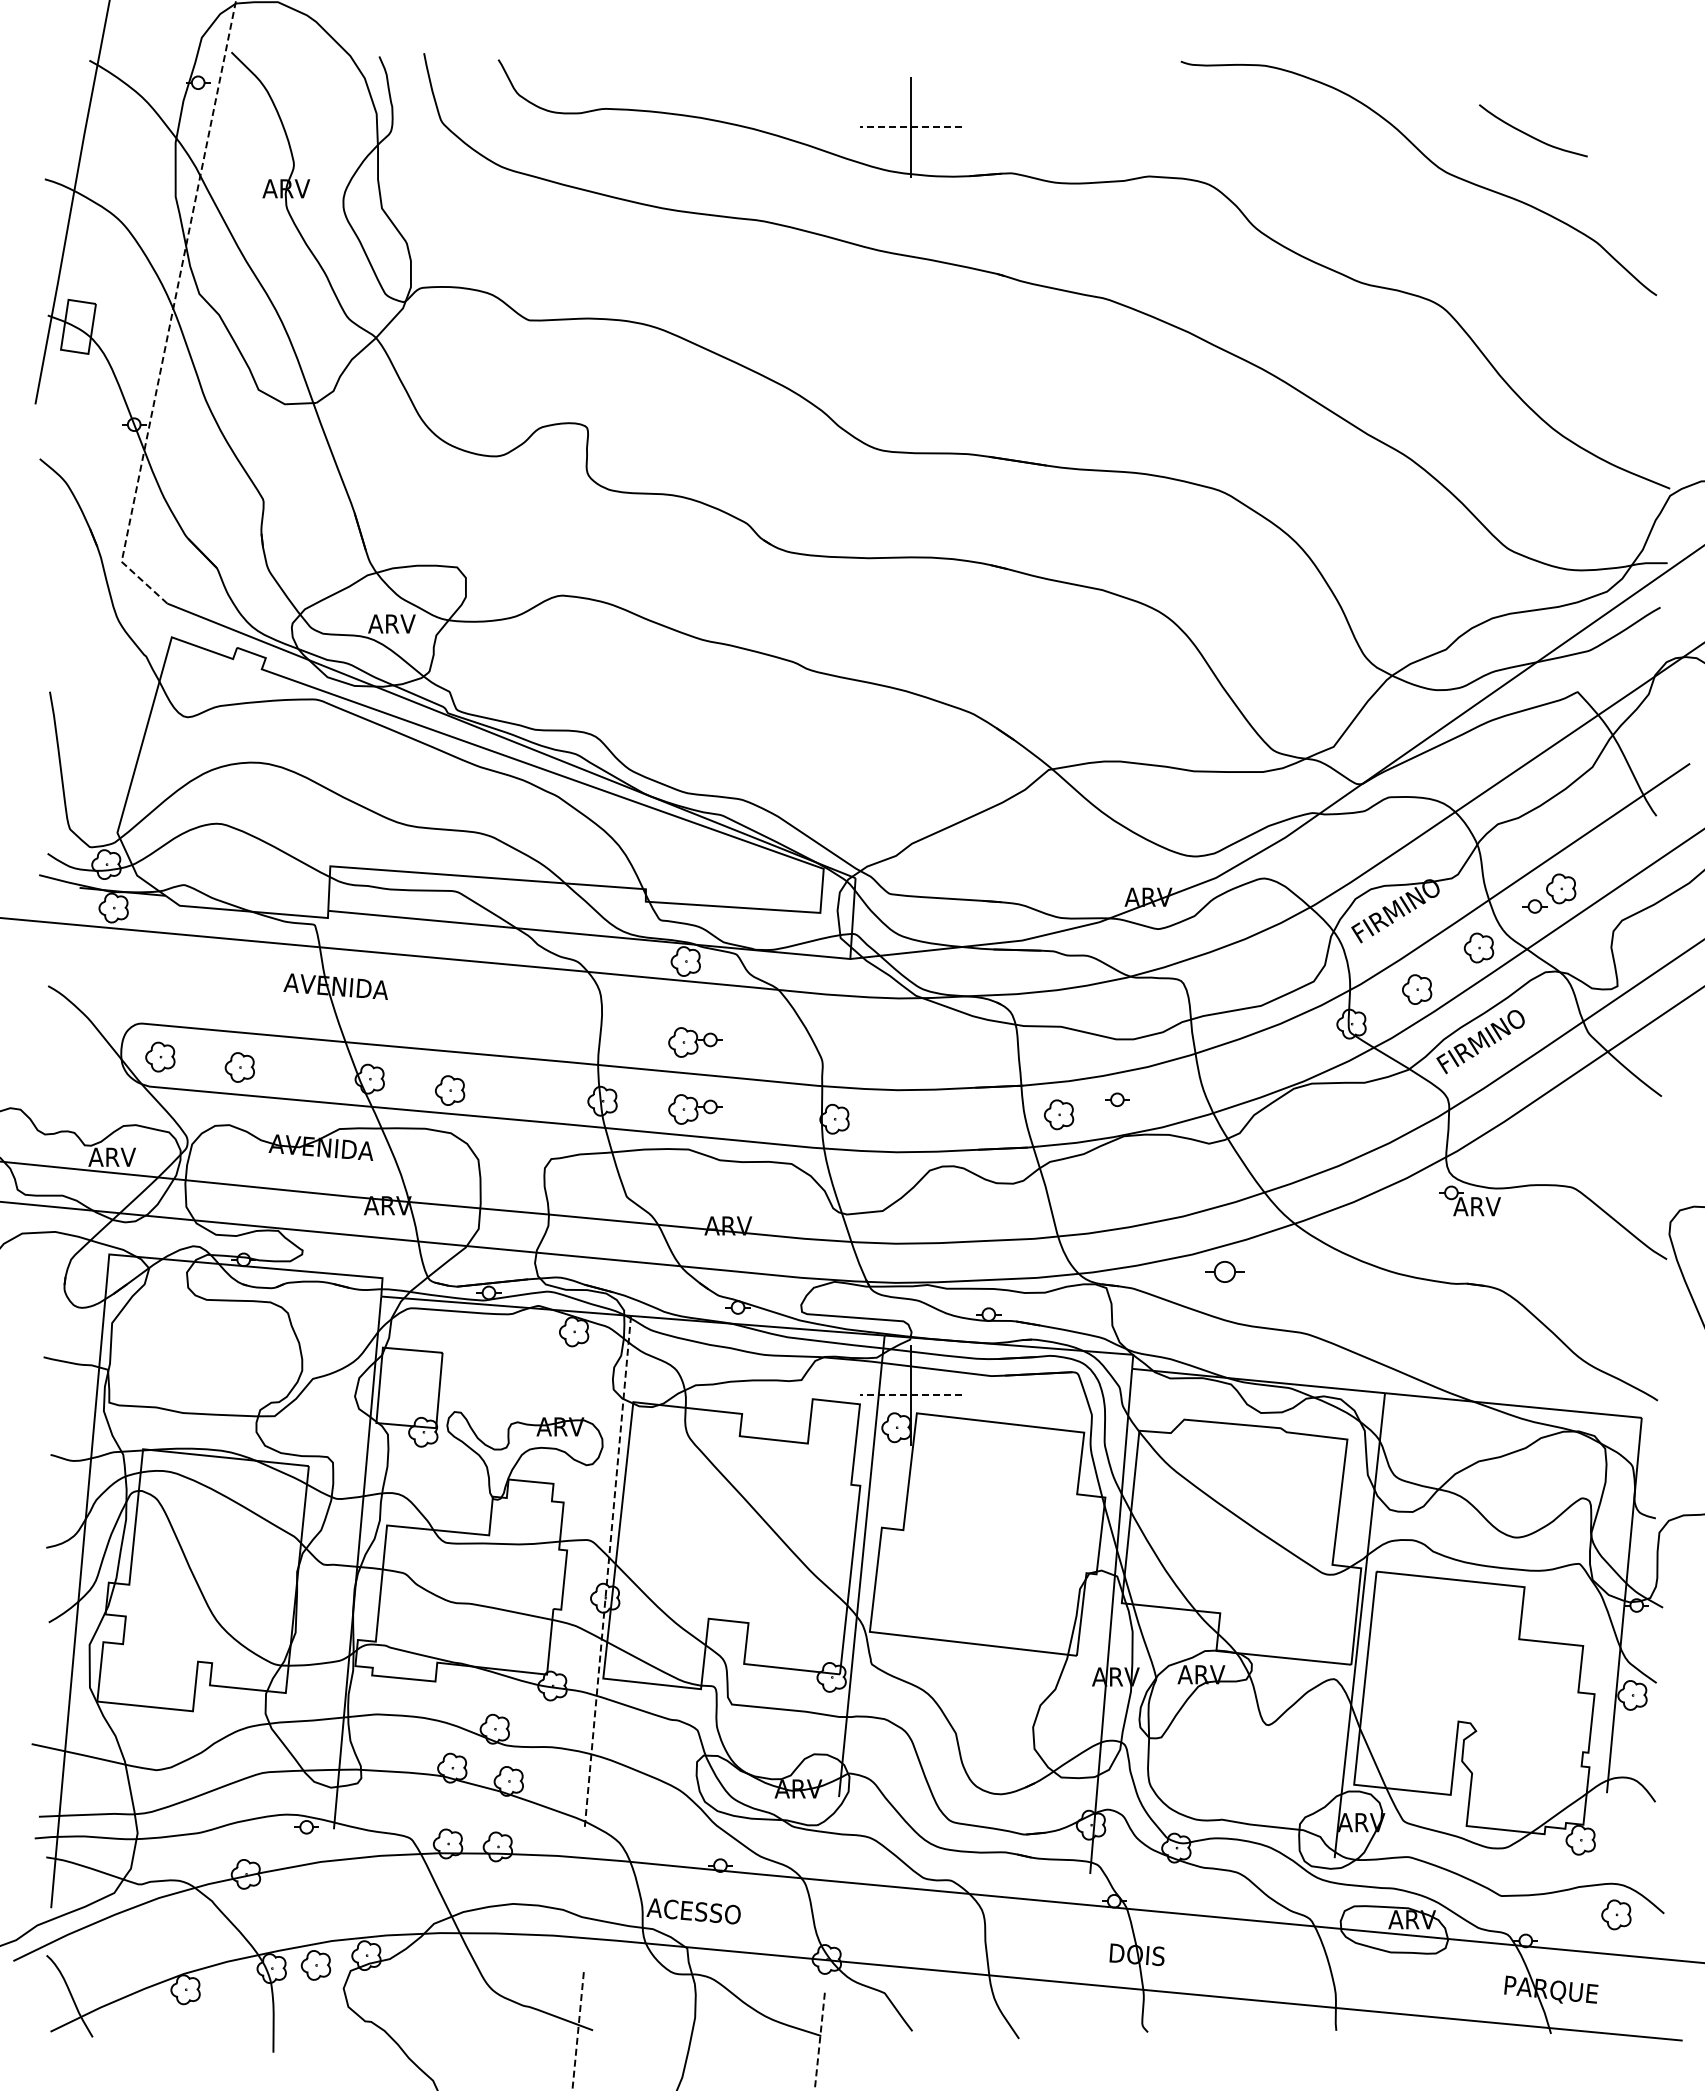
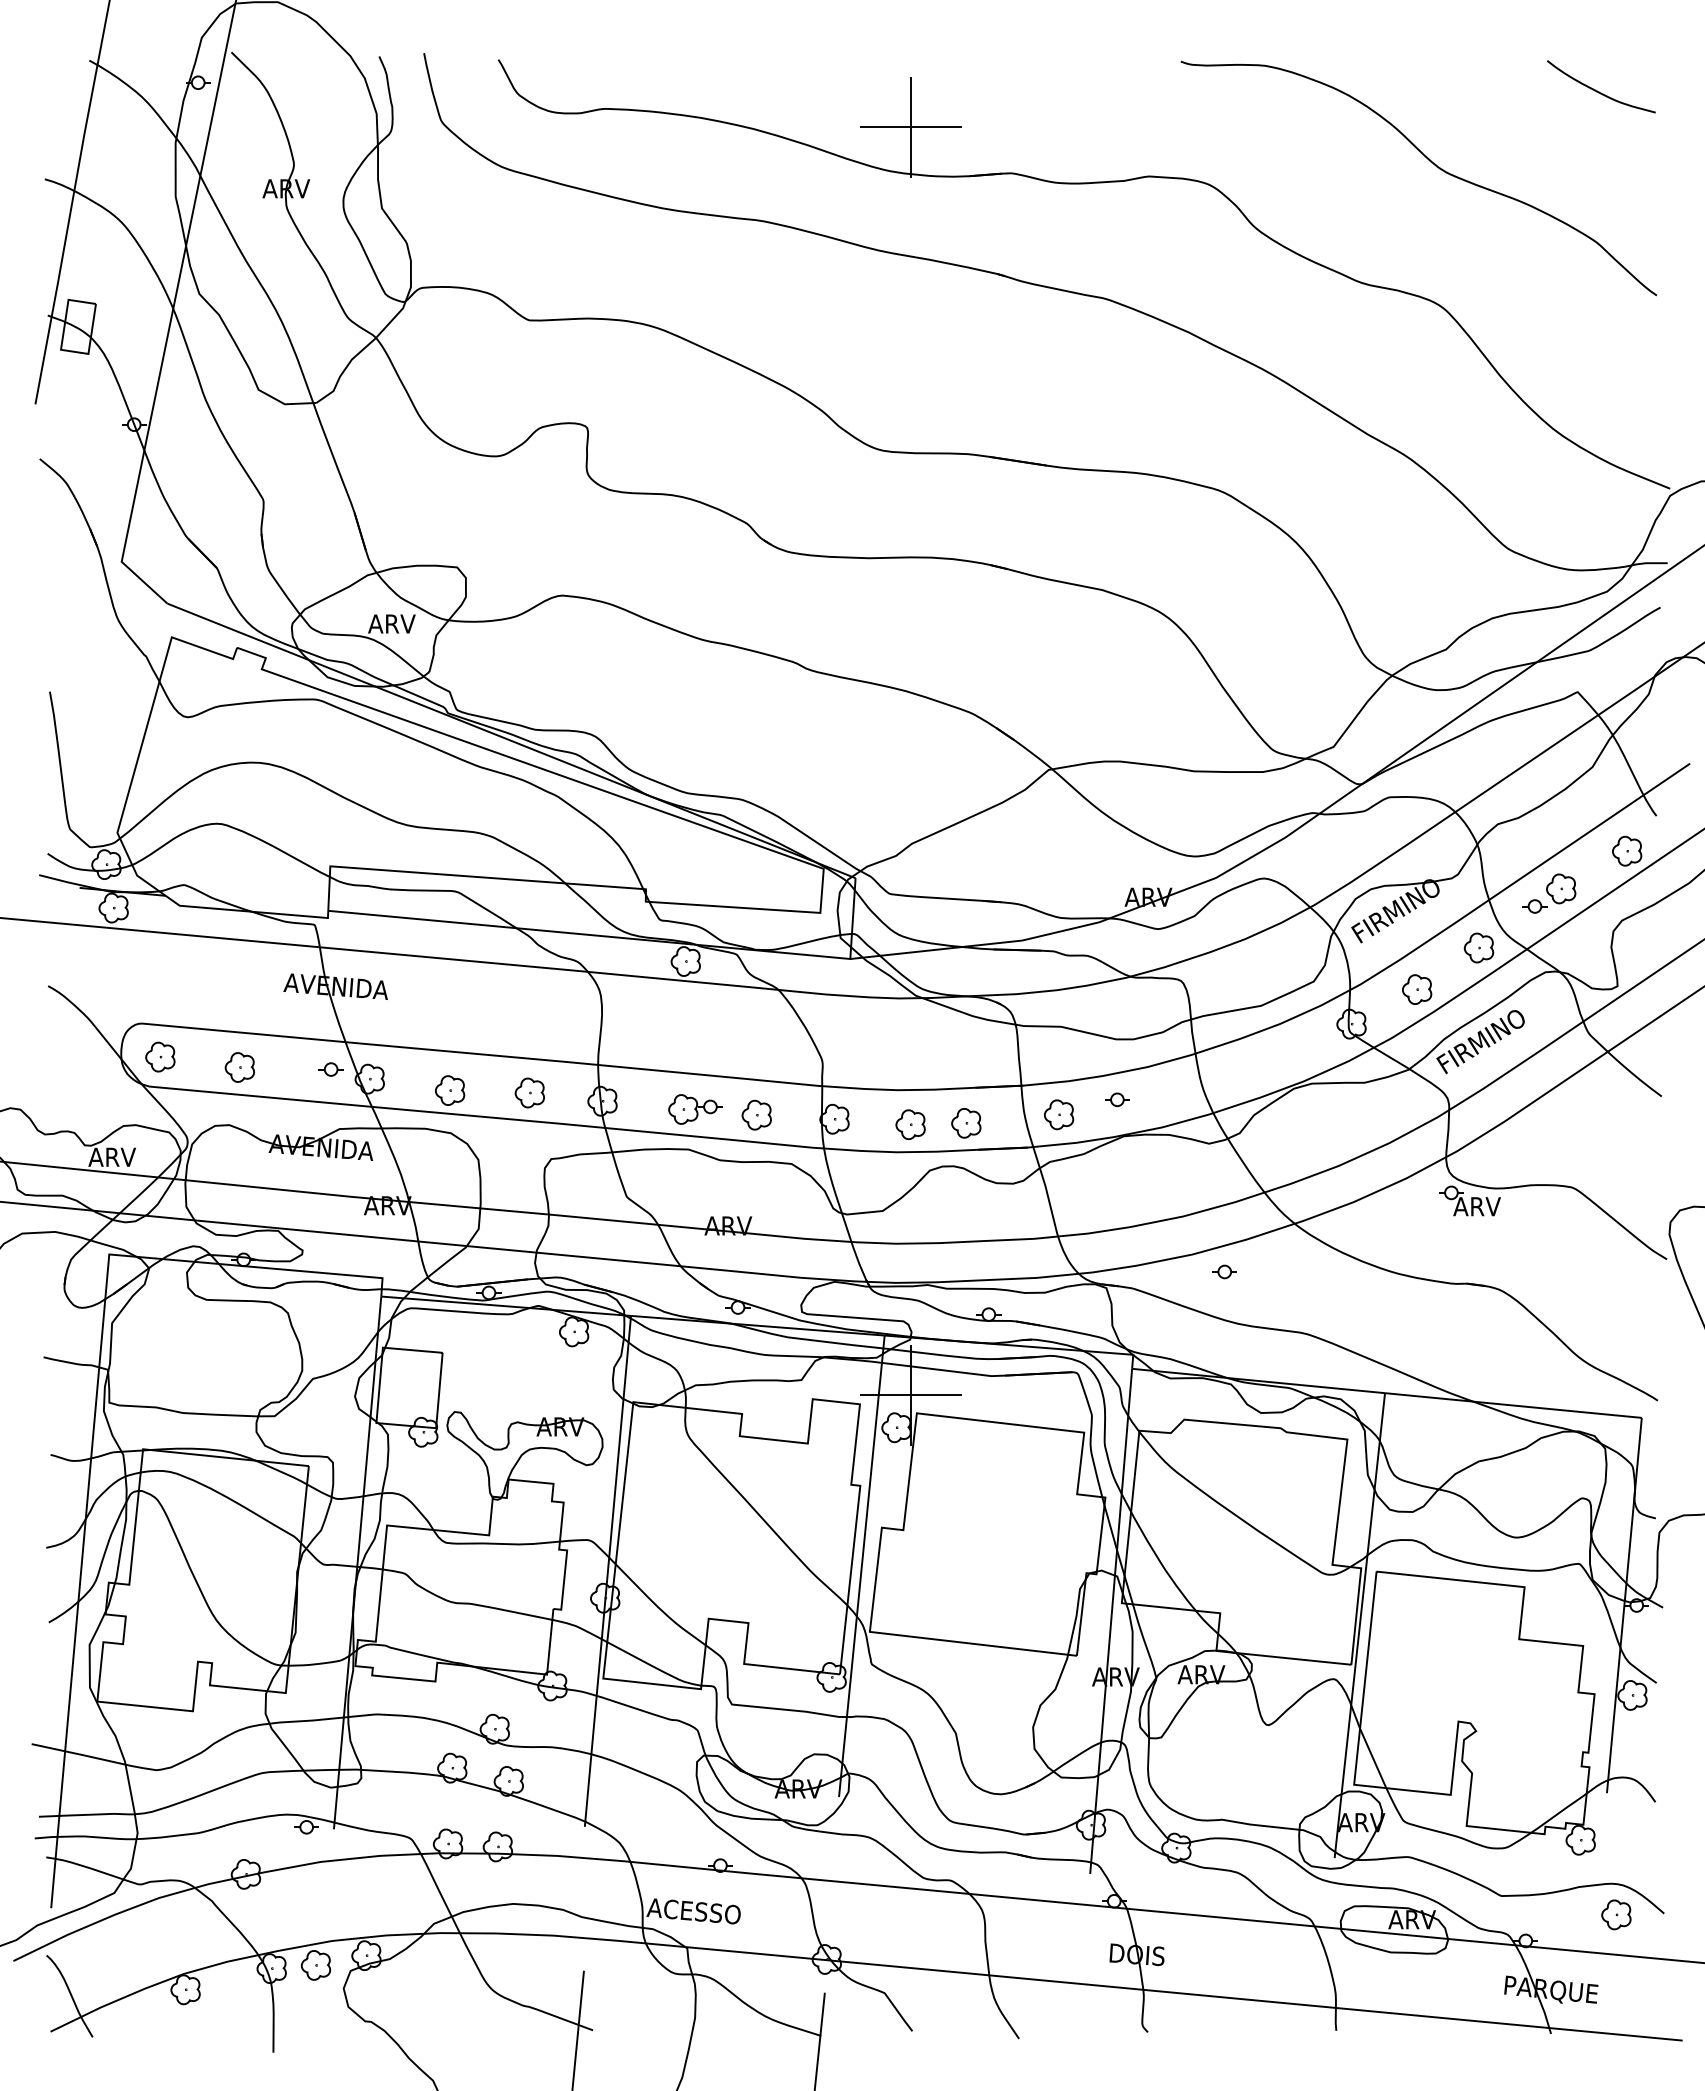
line at (911, 127): dashed -> solid
curve at (1531, 135) position: (1531, 135) -> (1599, 91)
line at (172, 312): dashed -> solid
part at (1627, 850): none -> present
part at (695, 1042): present -> none
part at (330, 1069): none -> present
part at (529, 1092): none -> present
part at (756, 1114): none -> present
part at (966, 1123): none -> present
part at (910, 1124): none -> present
part at (1224, 1271) size: 40x22 px -> 25x16 px
line at (911, 1395): dashed -> solid
line at (607, 1571): dashed -> solid
line at (578, 2030): dashed -> solid
line at (819, 2041): dashed -> solid
